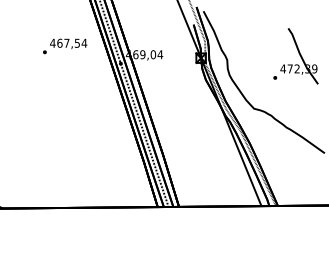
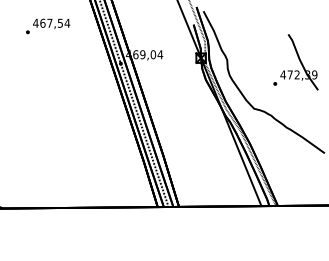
text at (65, 46) position: (65, 46) -> (48, 26)
part at (295, 56) position: (295, 56) -> (295, 62)
